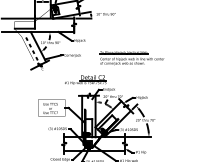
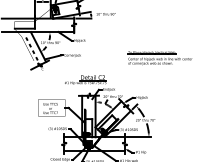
part at (131, 58) position: (131, 58) -> (159, 58)
